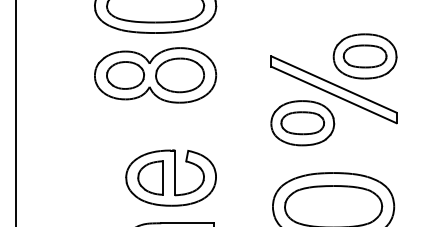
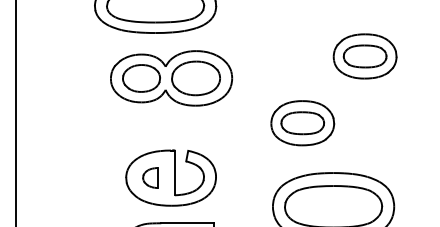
part at (155, 75) position: (155, 75) -> (171, 78)
part at (333, 89): present -> none
part at (150, 177) size: 27x36 px -> 17x22 px
